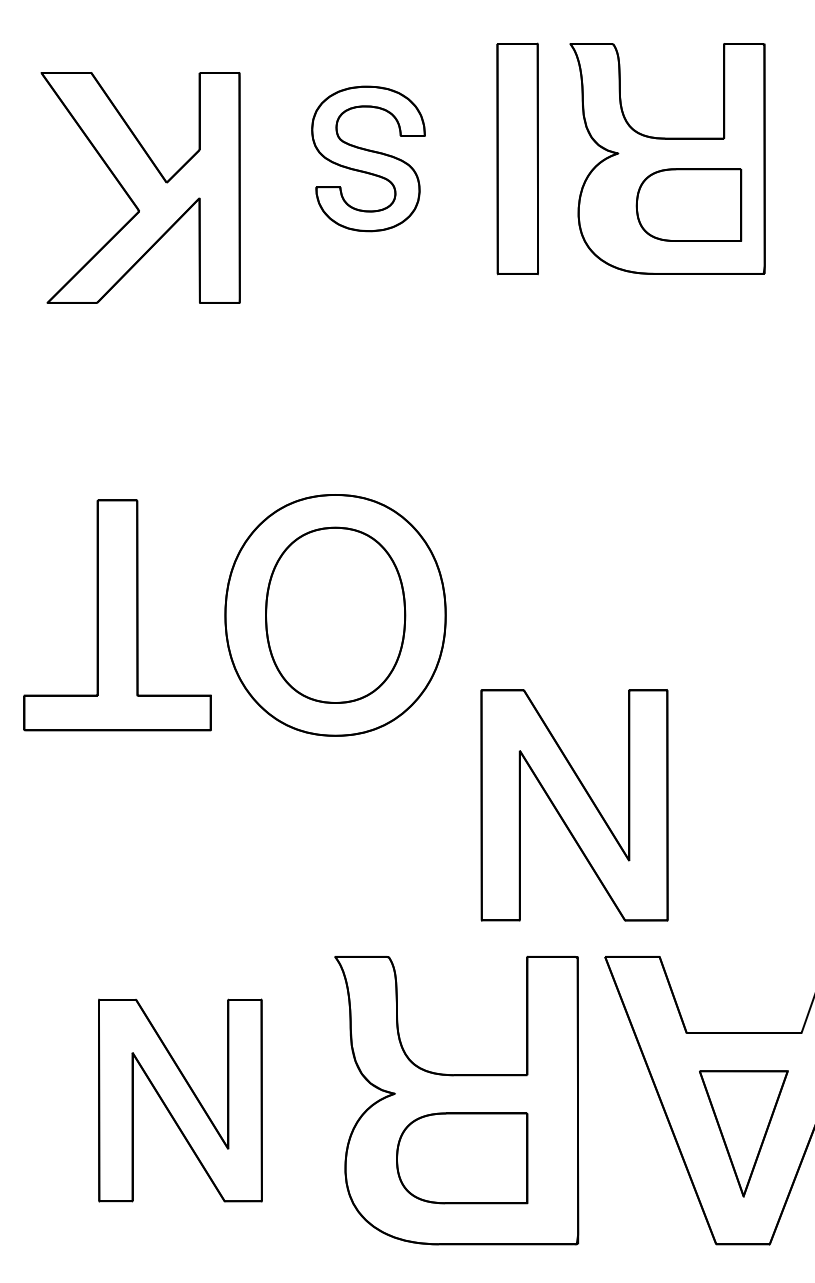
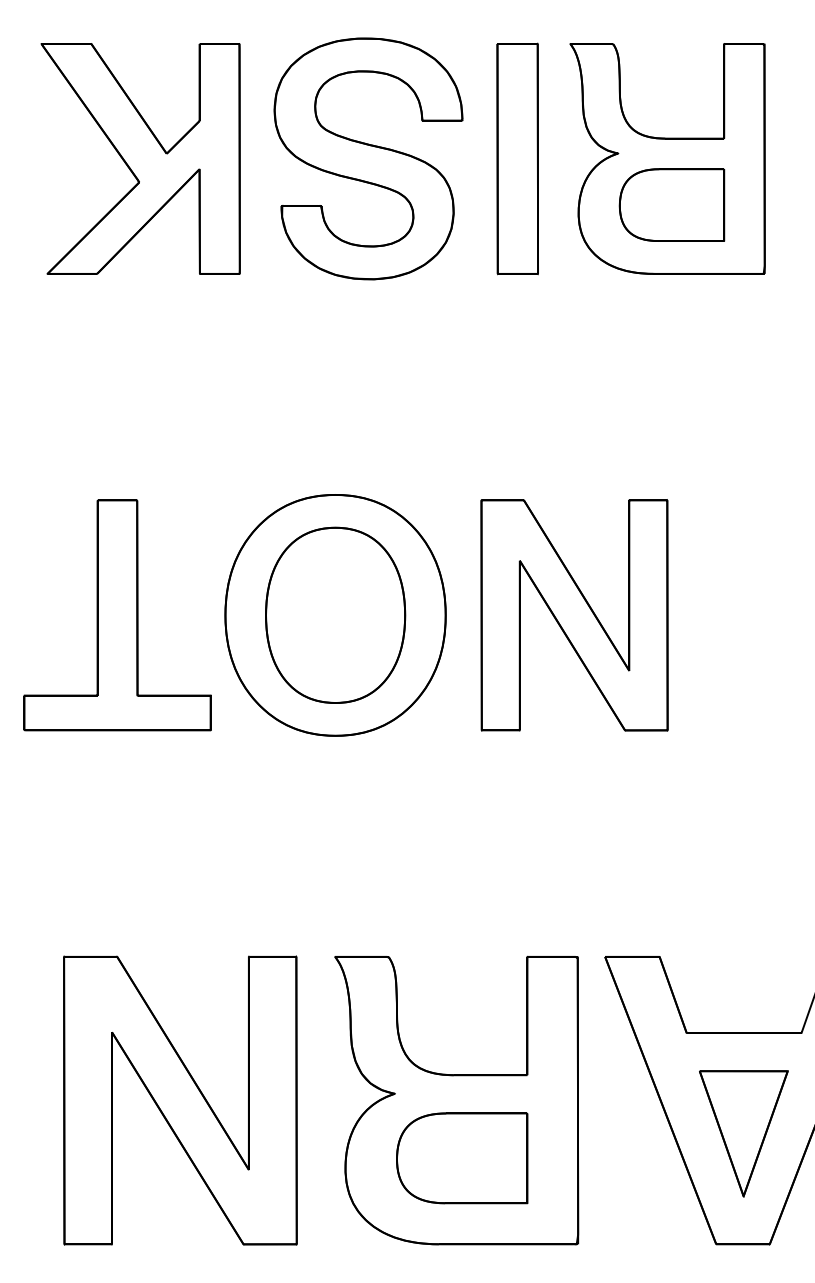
part at (368, 158) size: 115x148 px -> 191x244 px
part at (140, 187) position: (140, 187) -> (140, 158)
part at (688, 204) position: (688, 204) -> (671, 204)
part at (574, 805) position: (574, 805) -> (574, 615)
part at (180, 1100) size: 165x205 px -> 235x291 px
